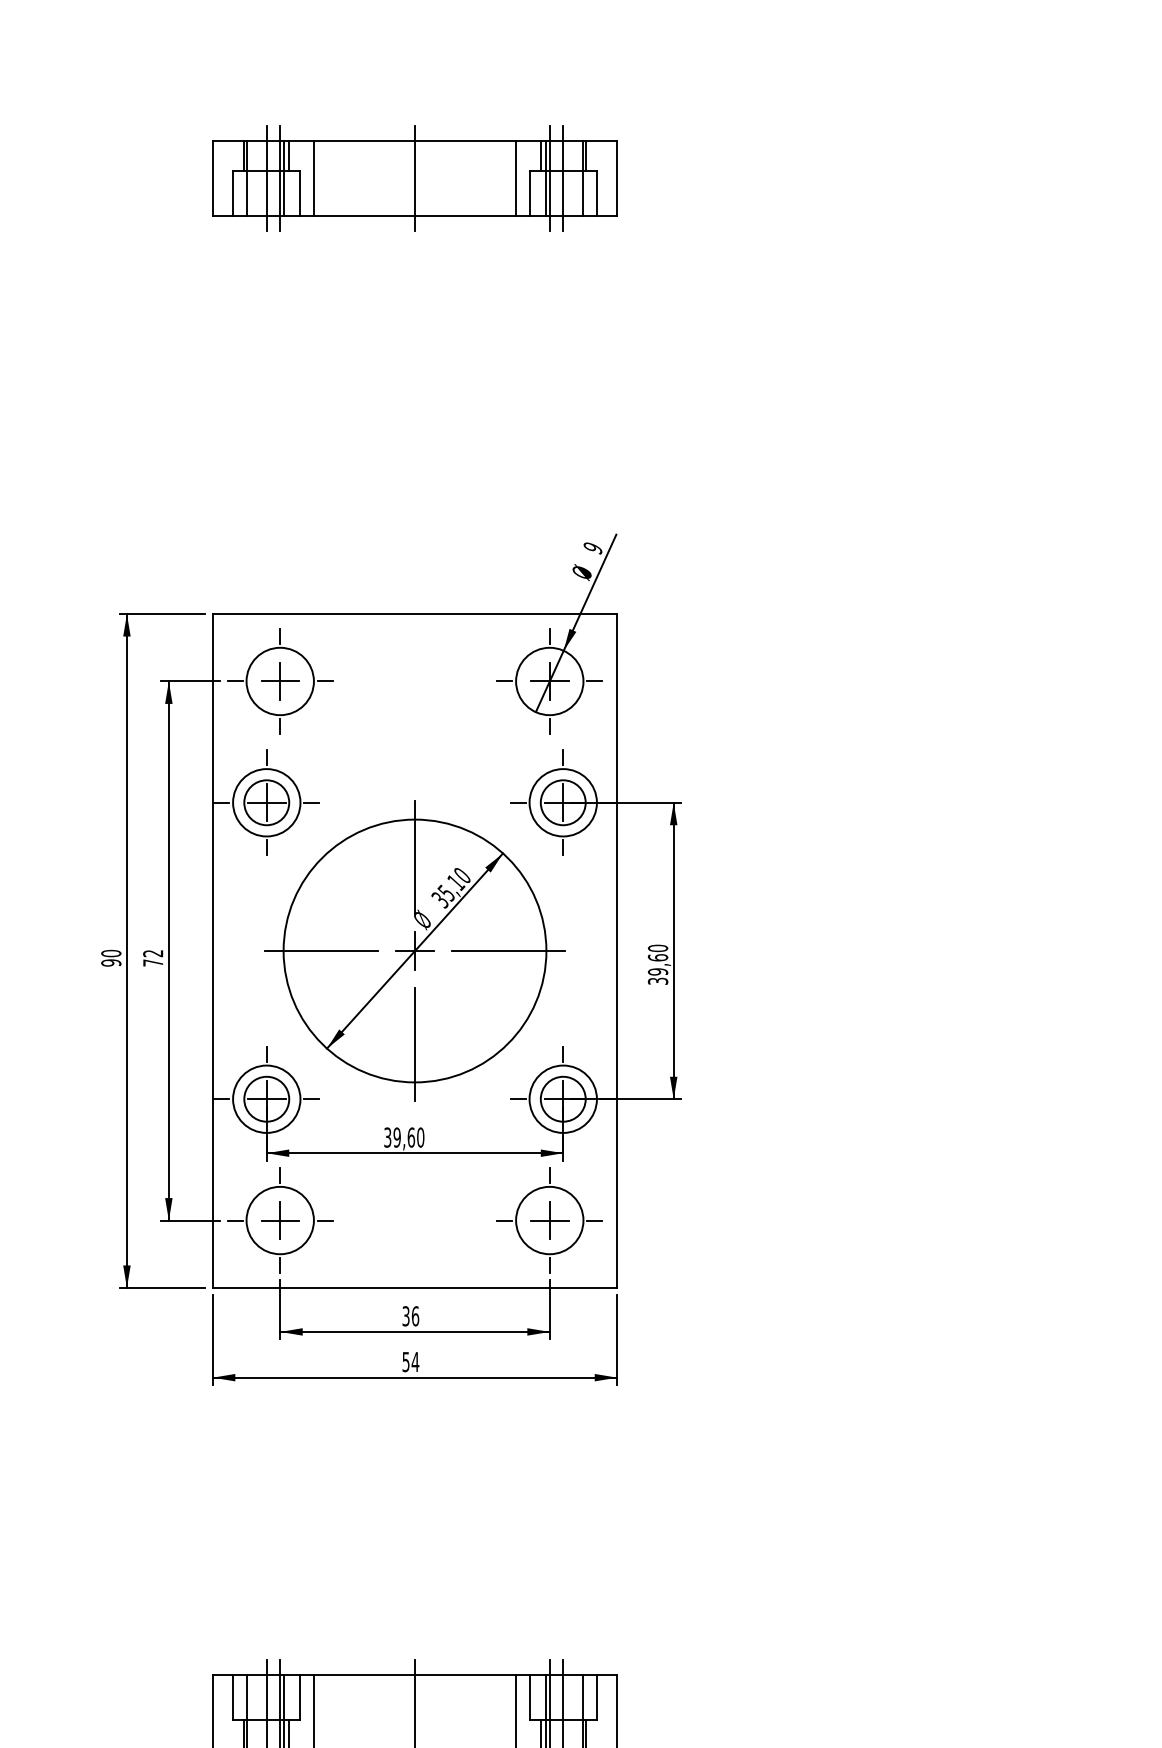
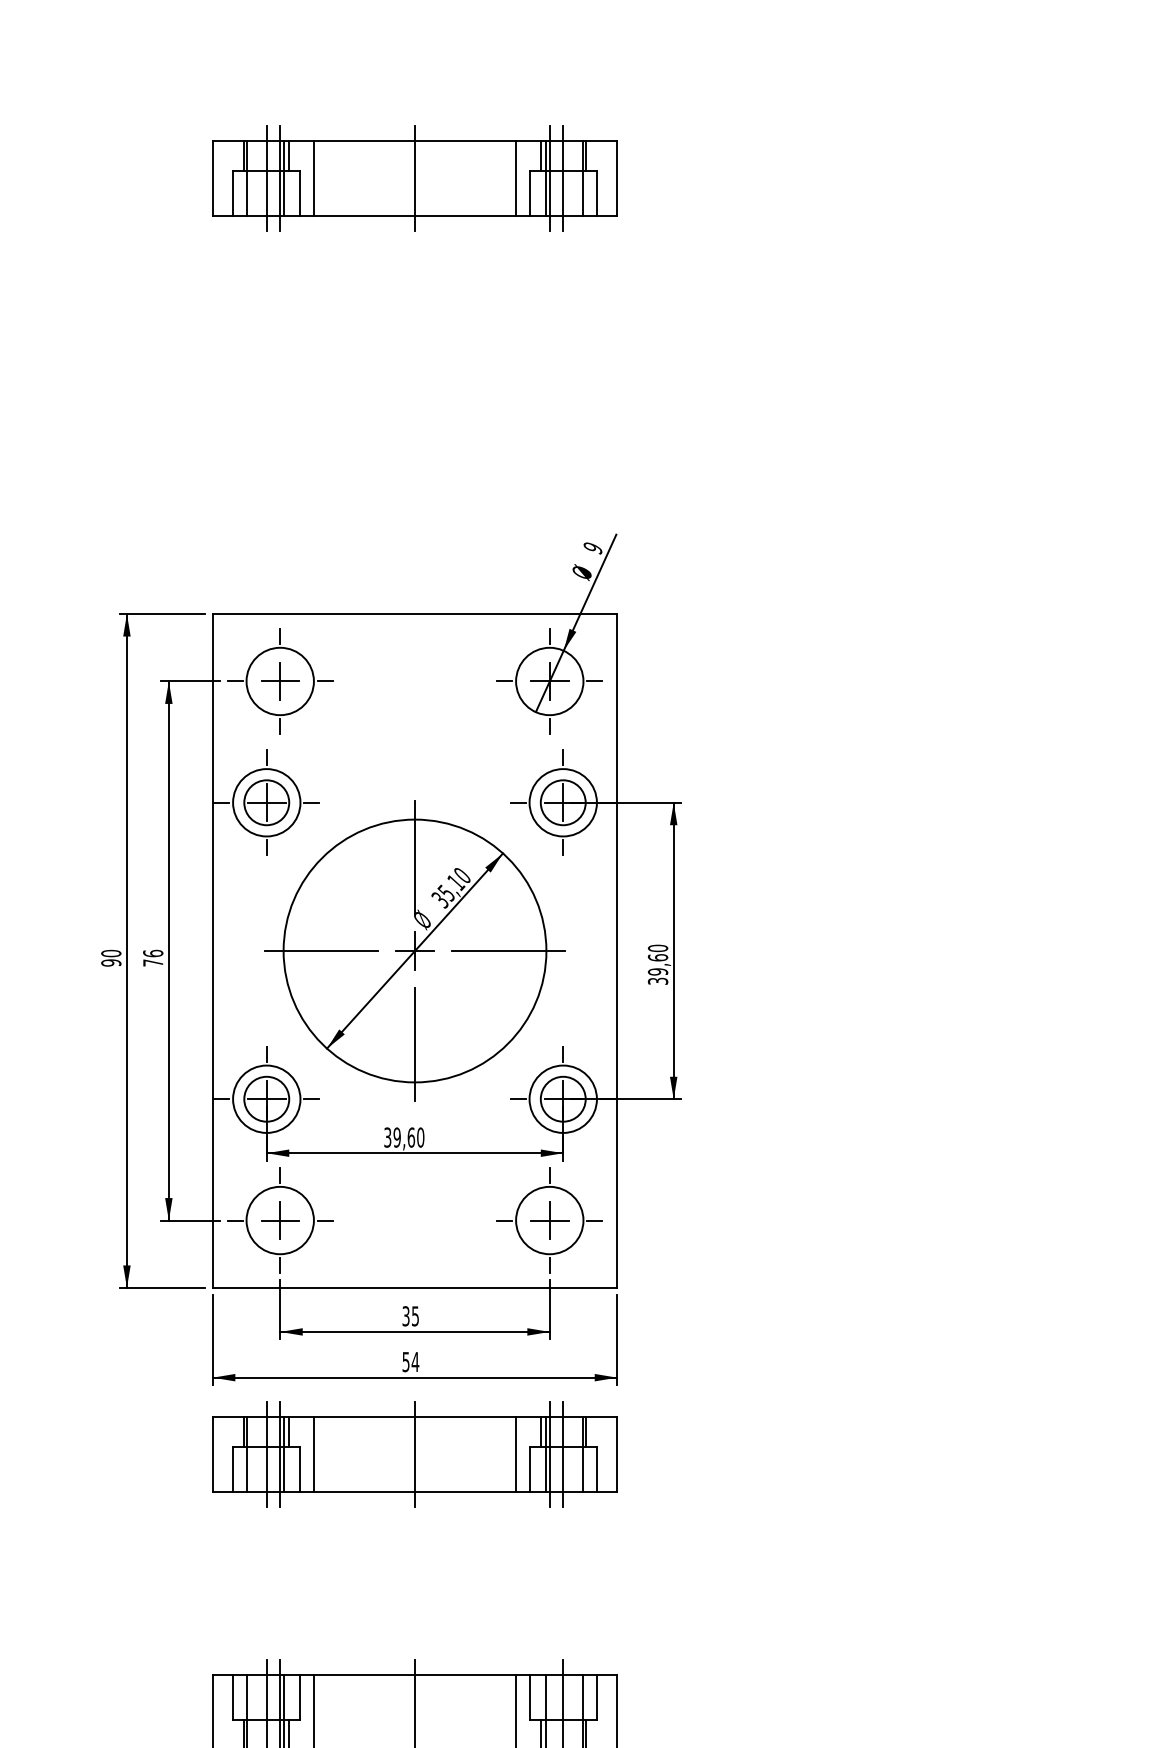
text at (153, 953): 72 -> 76
text at (415, 1316): 36 -> 35
part at (414, 1454): none -> present
line at (549, 1702): present -> none
